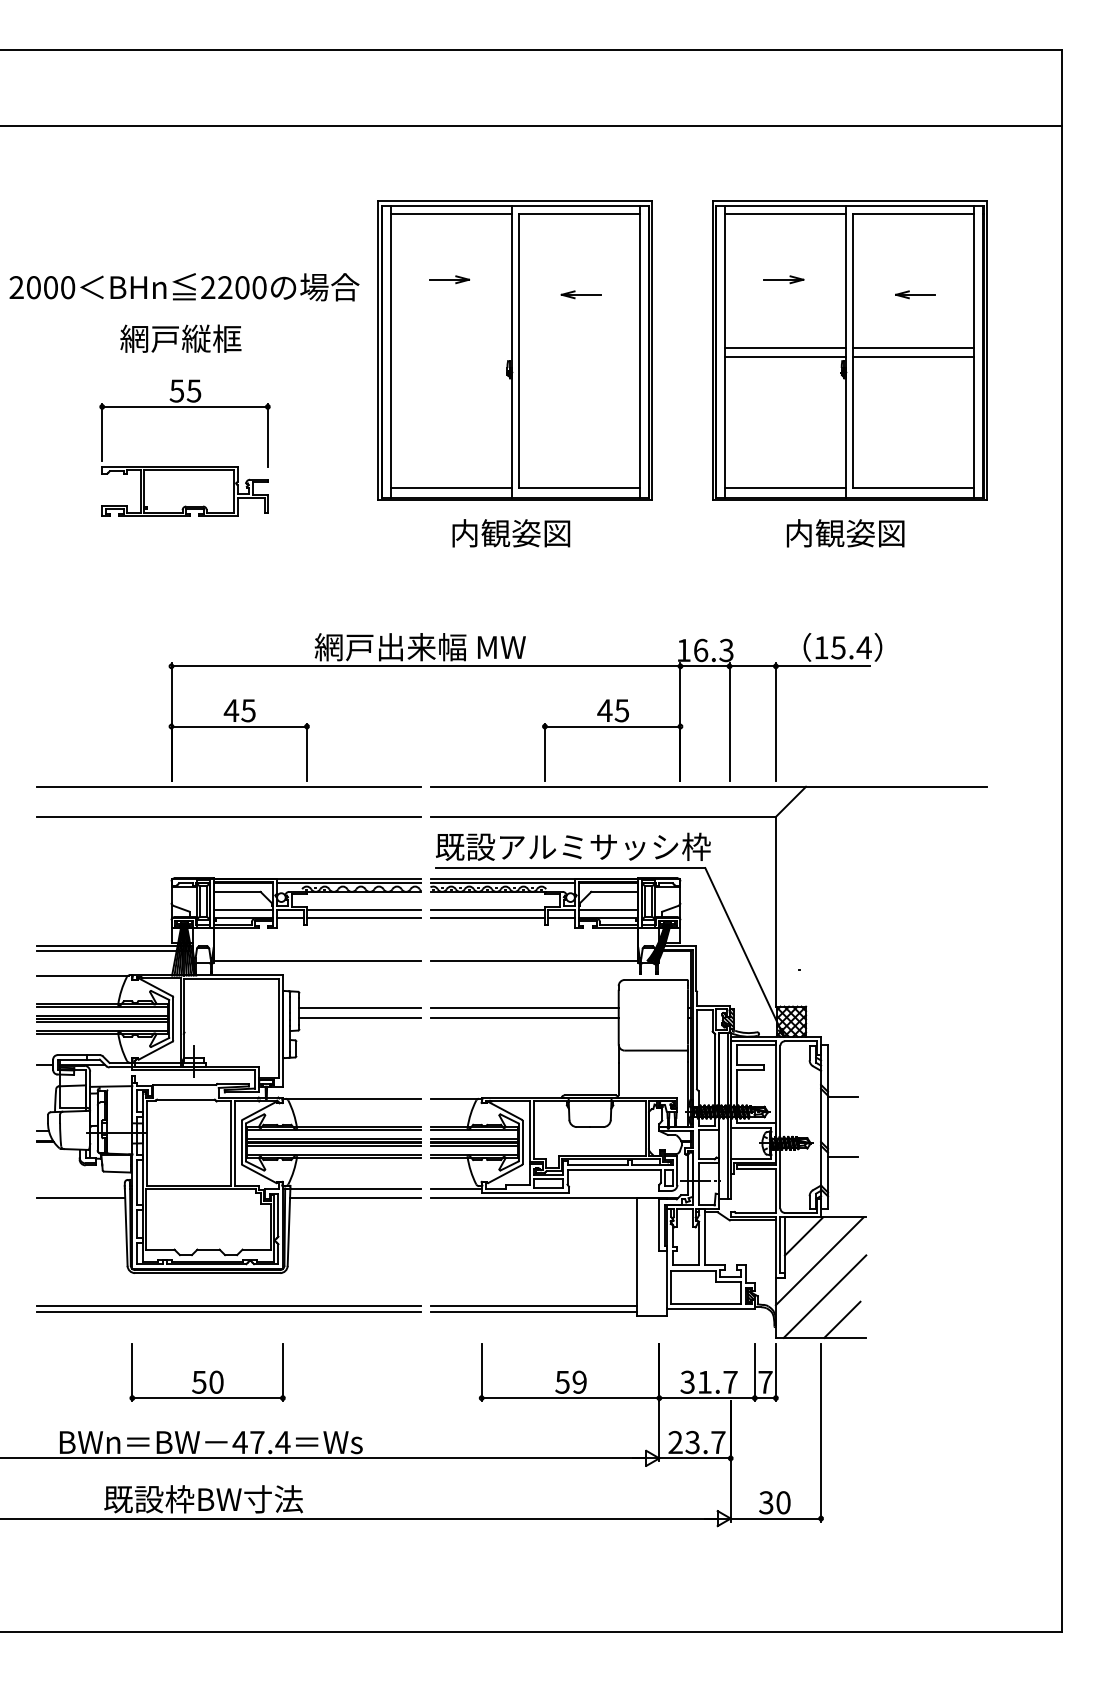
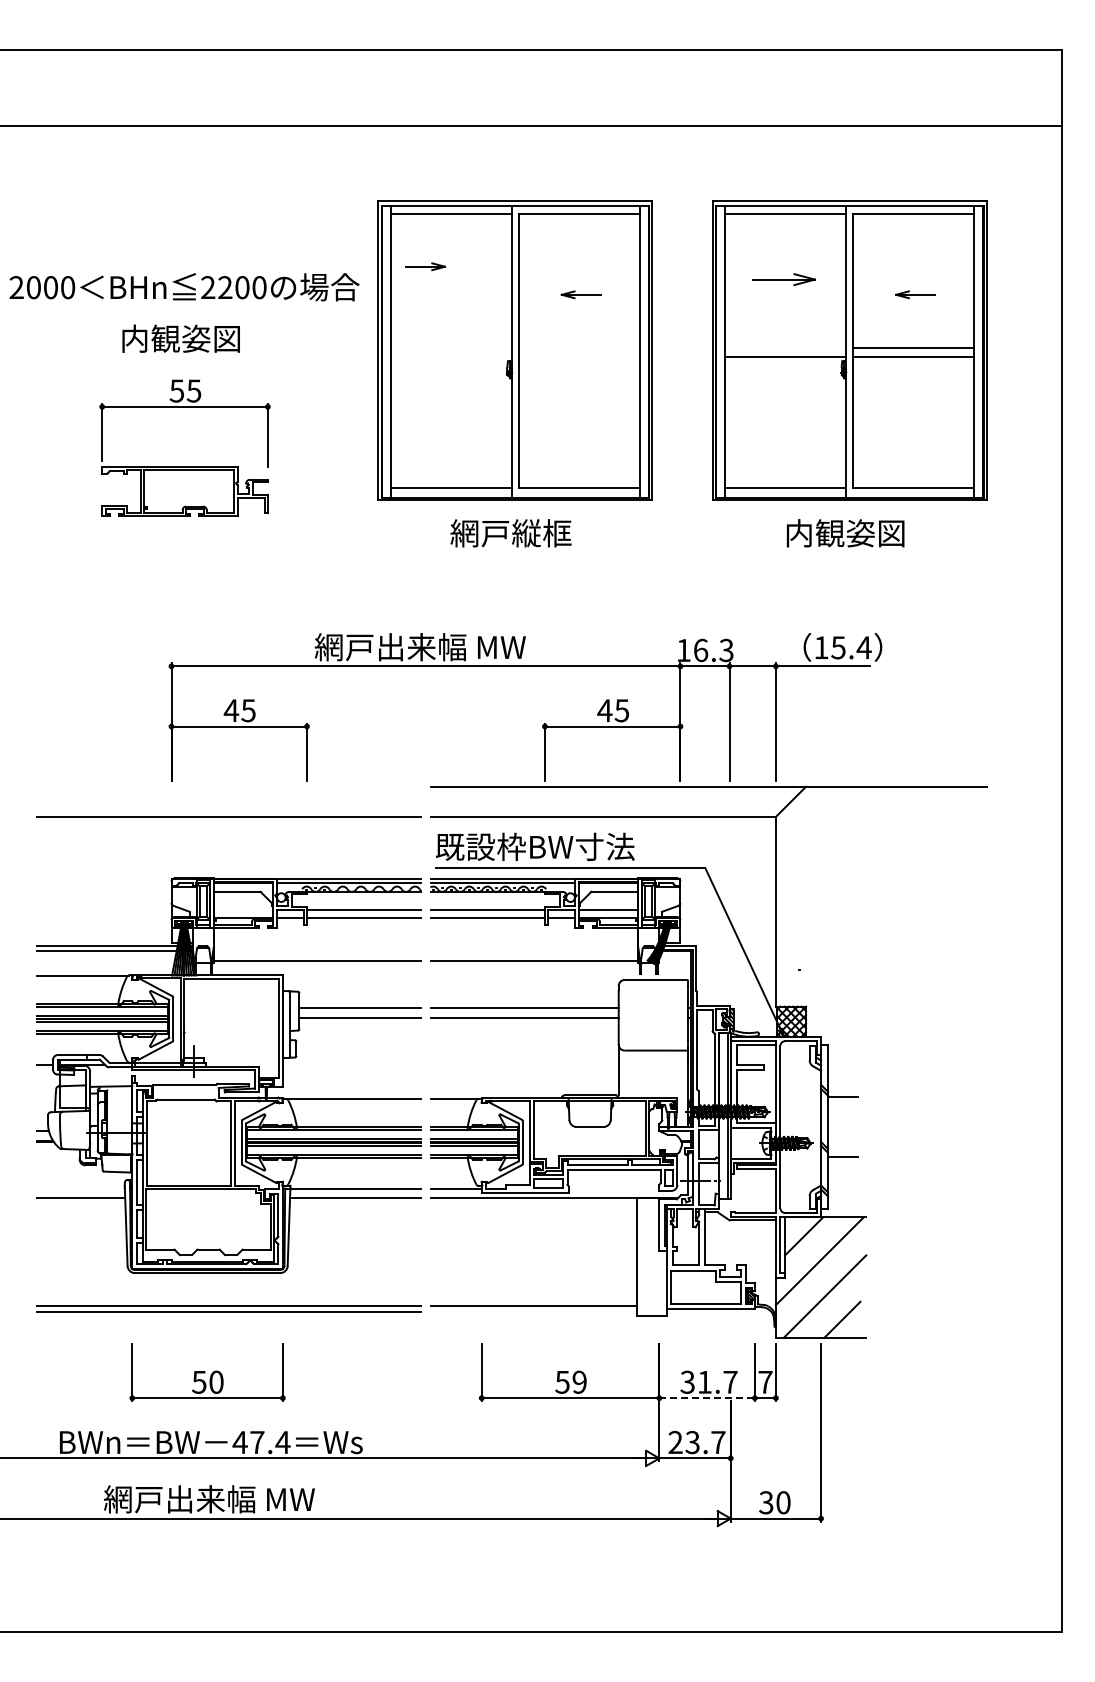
part at (449, 279) position: (449, 279) -> (425, 266)
part at (783, 279) size: 42x10 px -> 64x13 px
text at (180, 338): 網戸縦框 -> 内観姿図
line at (785, 348): present -> none
text at (510, 533): 内観姿図 -> 網戸縦框
line at (229, 786): present -> none
text at (603, 846): 既設アルミサッシ枠 -> 既設枠BW寸法
line at (242, 909): present -> none
line at (533, 1312): present -> none
line at (707, 1398): solid -> dashed
text at (208, 1499): 既設枠BW寸法 -> 網戸出来幅 MW
